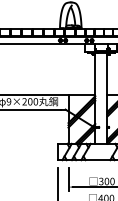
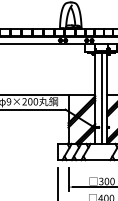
line at (101, 98): none -> present
